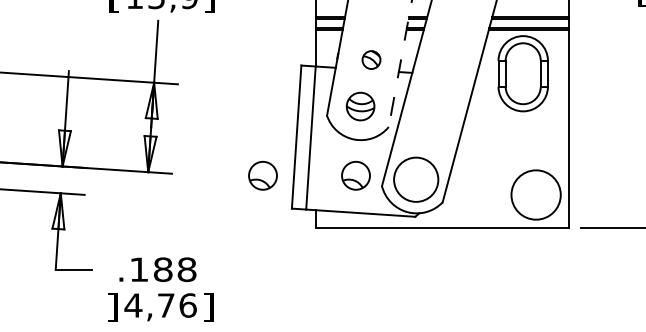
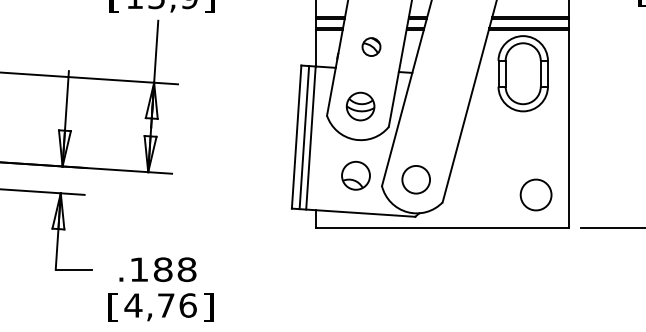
part at (371, 59) position: (371, 59) -> (371, 46)
line at (400, 64): dashed -> solid
line at (304, 137): none -> present
part at (262, 175): present -> none
circle at (416, 179) diameter: 44 px -> 28 px
circle at (535, 194) diameter: 49 px -> 31 px
text at (112, 307): ] -> [
